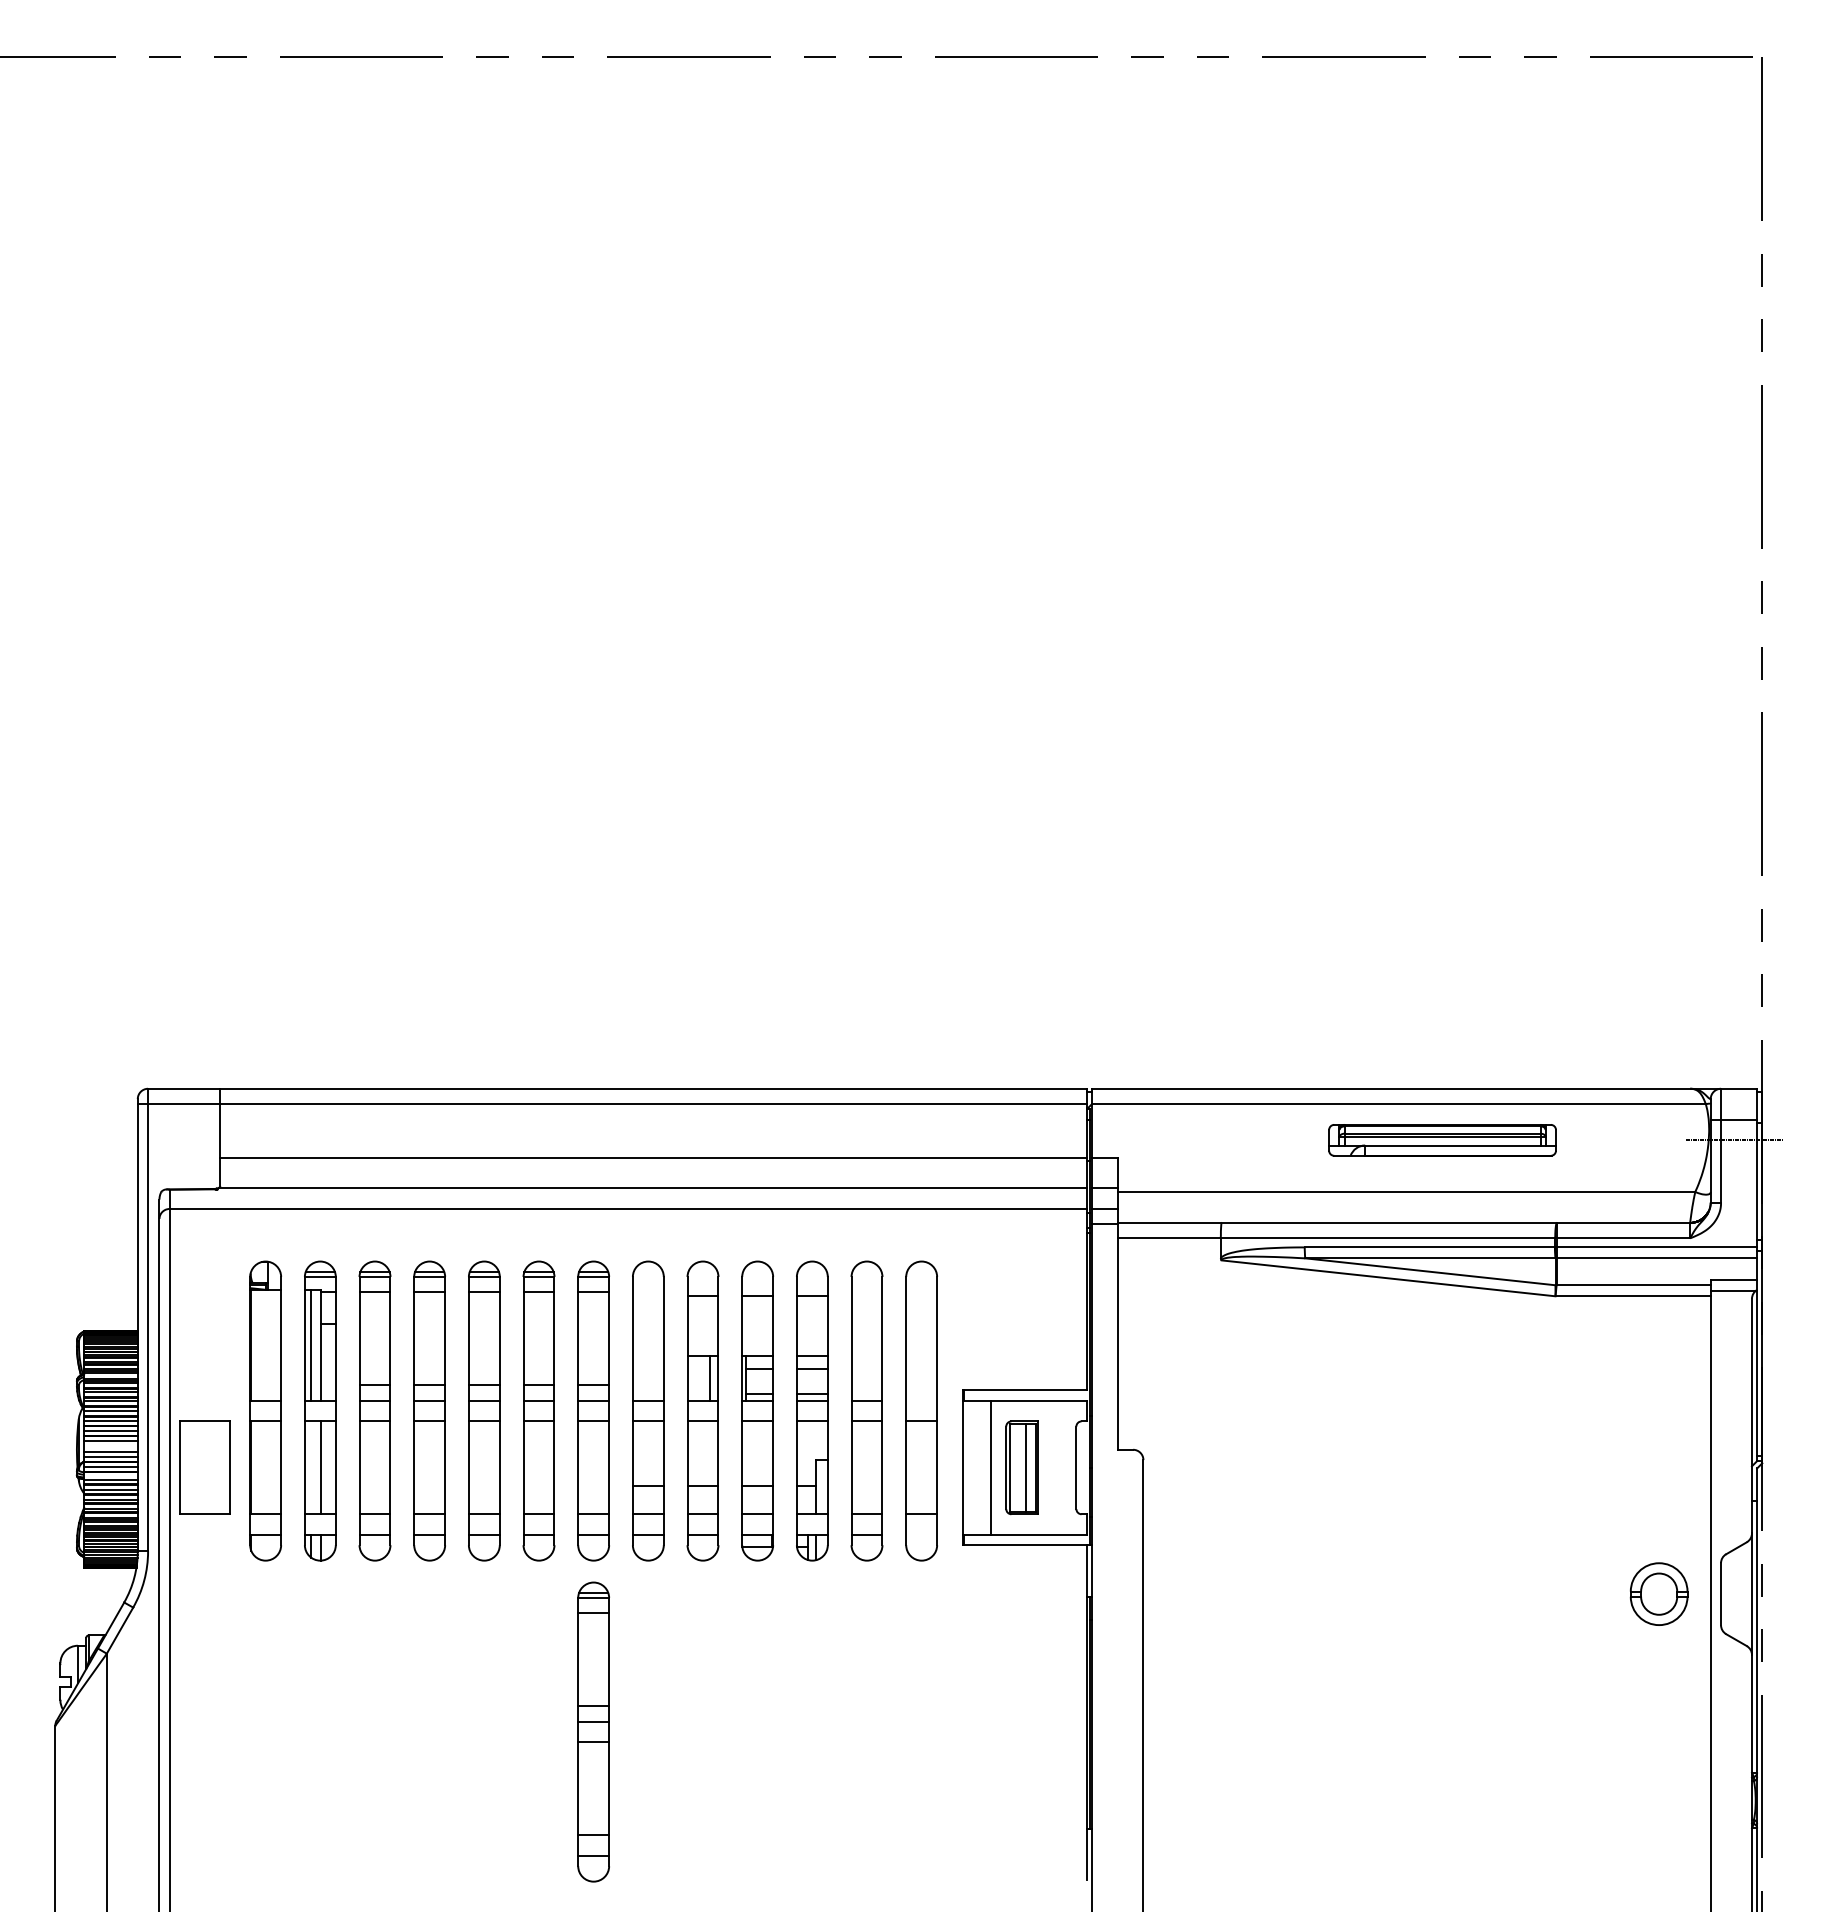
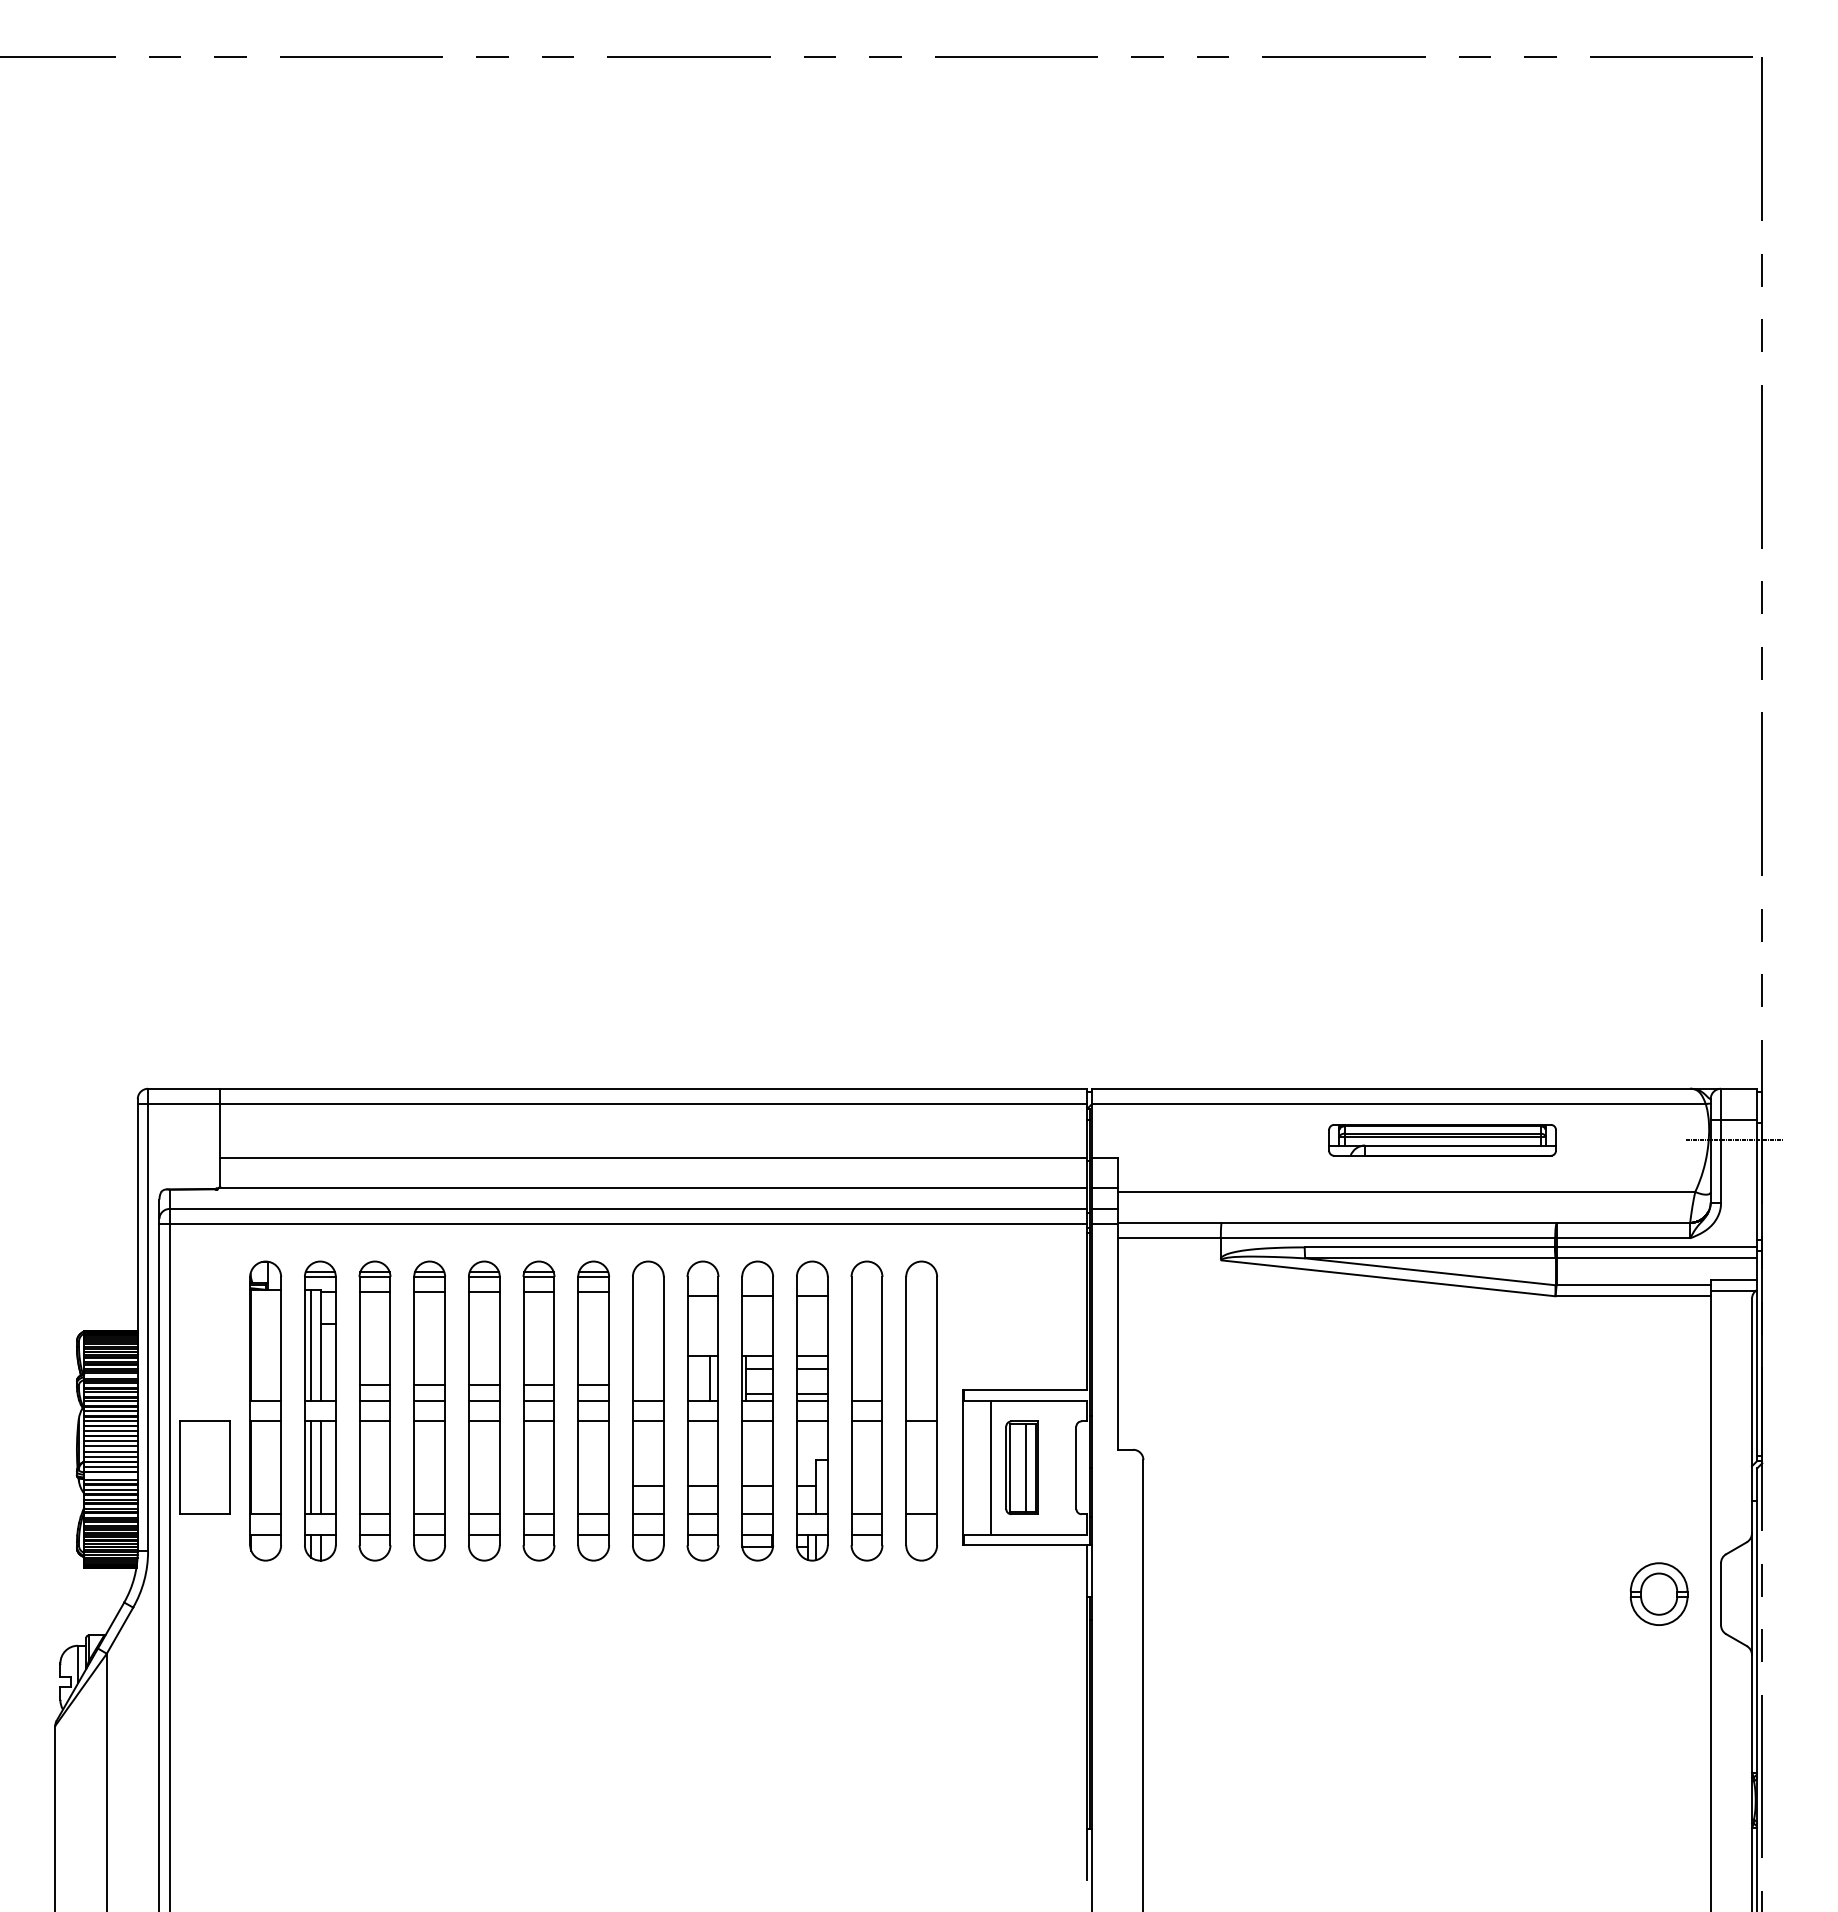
line at (622, 1223): none -> present
line at (110, 1446): none -> present
line at (311, 1467): none -> present
part at (593, 1731): present -> none
